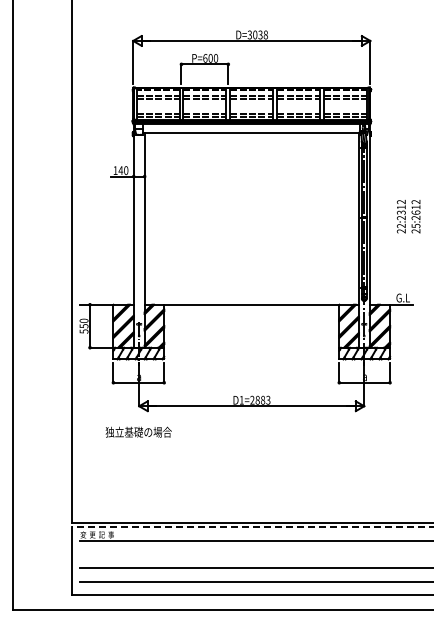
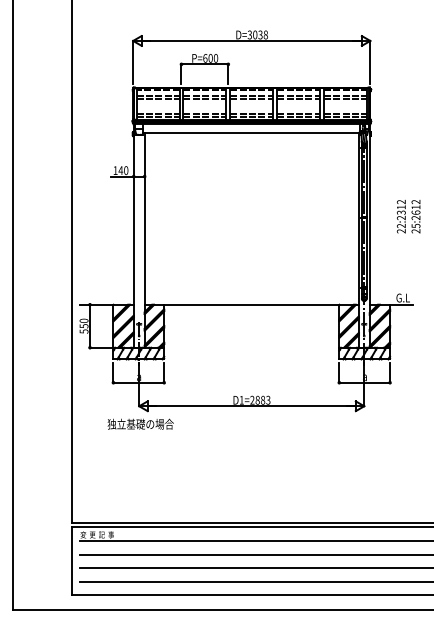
text at (138, 431) position: (138, 431) -> (140, 423)
line at (252, 527): dashed -> solid
line at (254, 554): none -> present
